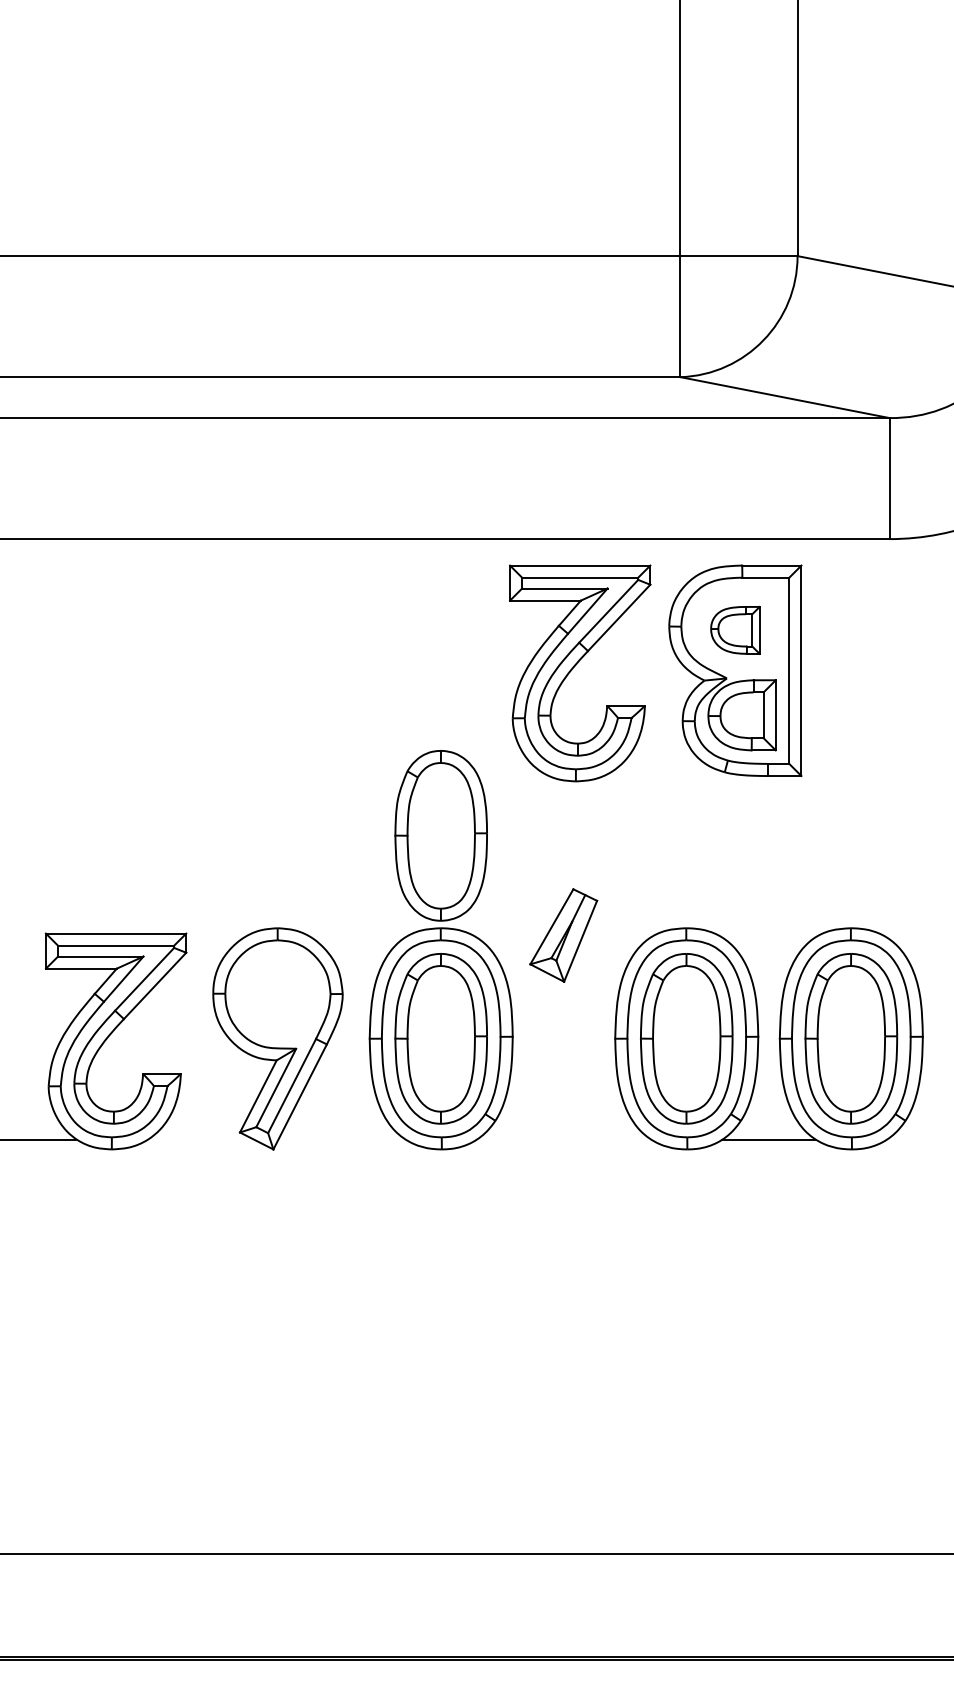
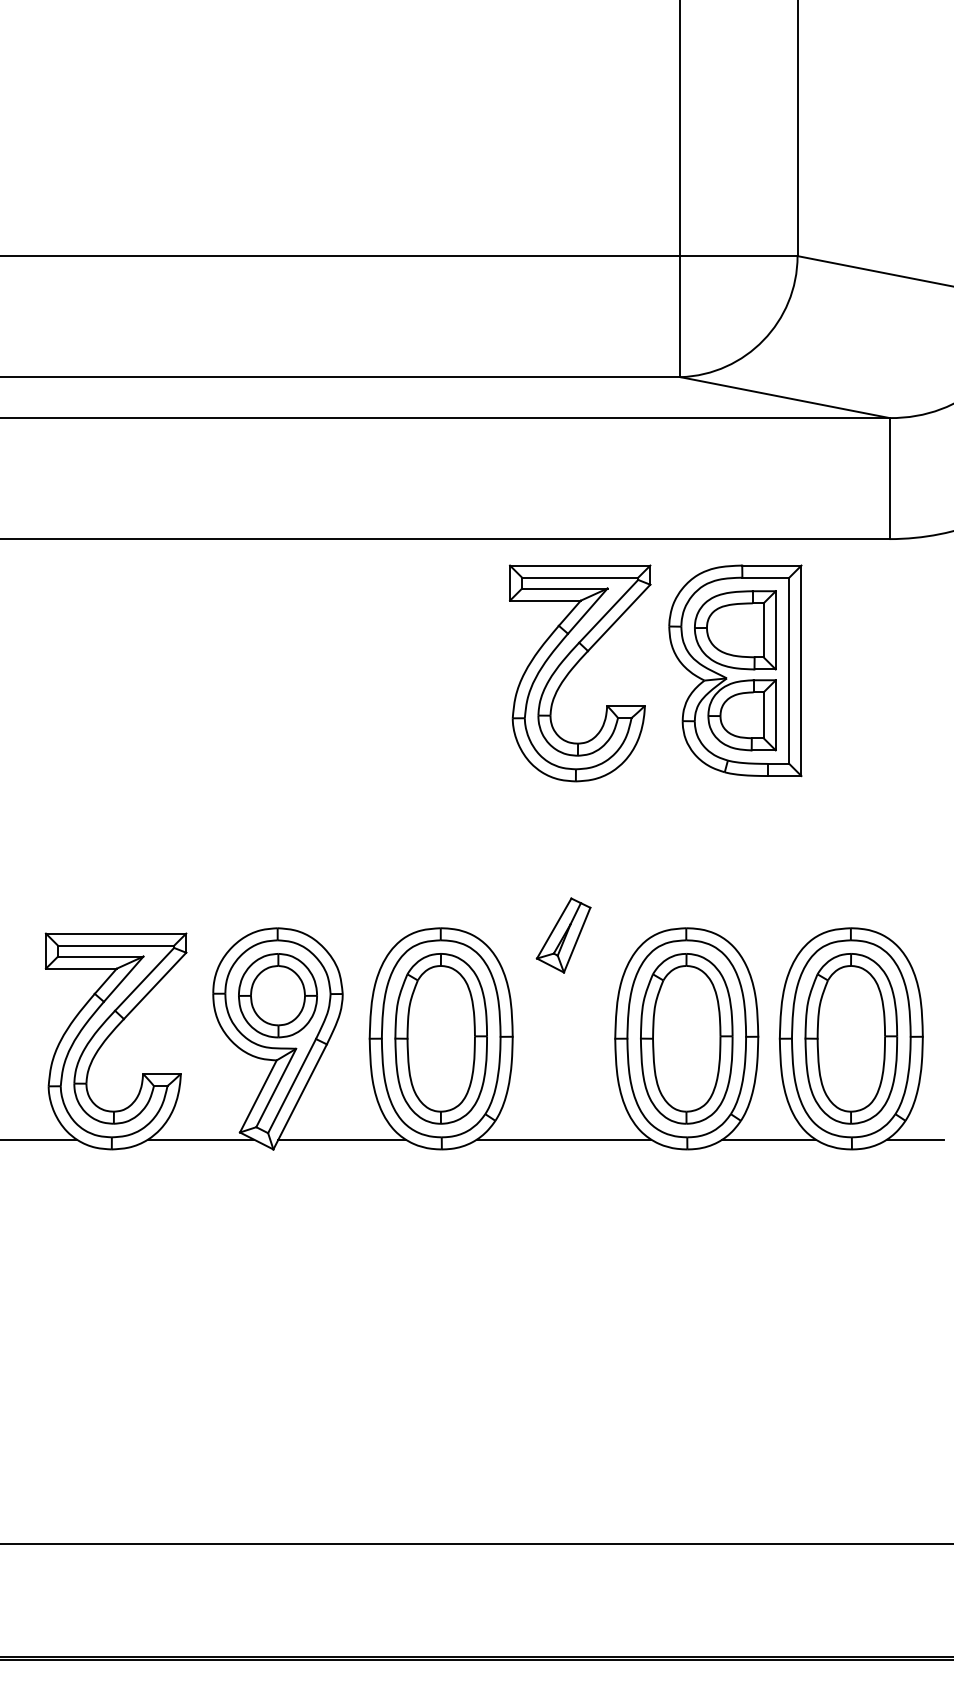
part at (735, 629) size: 51x50 px -> 83x81 px
part at (440, 835): present -> none
part at (563, 935) size: 70x95 px -> 57x77 px
part at (277, 995): none -> present
line at (200, 1139): none -> present
line at (341, 1139): none -> present
line at (563, 1139): none -> present
line at (915, 1139): none -> present
line at (476, 1553) position: (476, 1553) -> (476, 1543)
